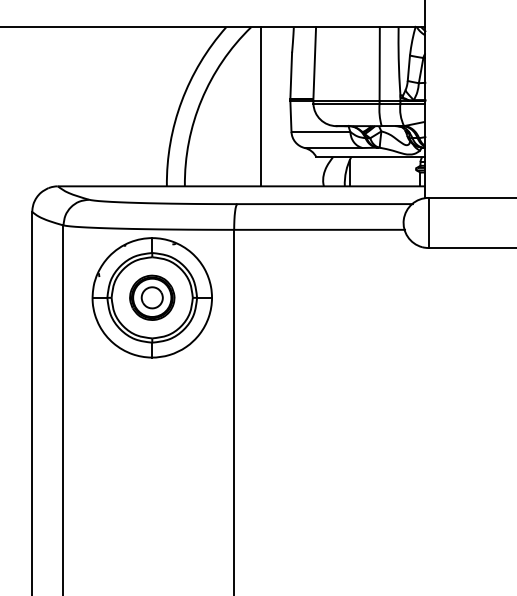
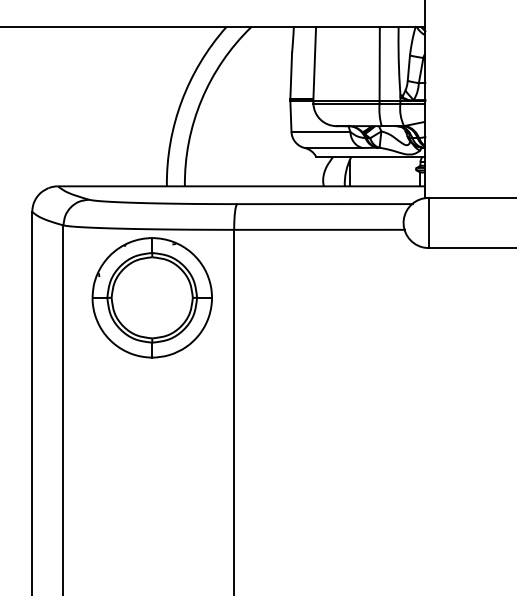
line at (261, 106): present -> none
part at (152, 297): present -> none
